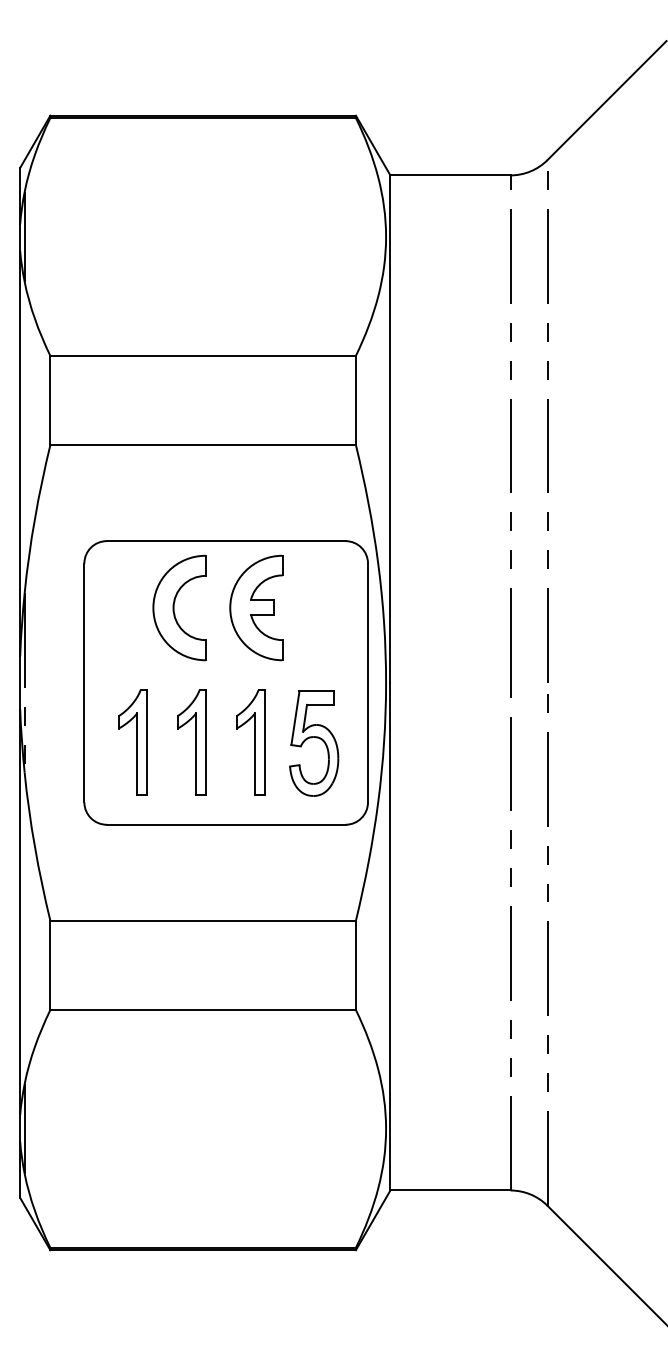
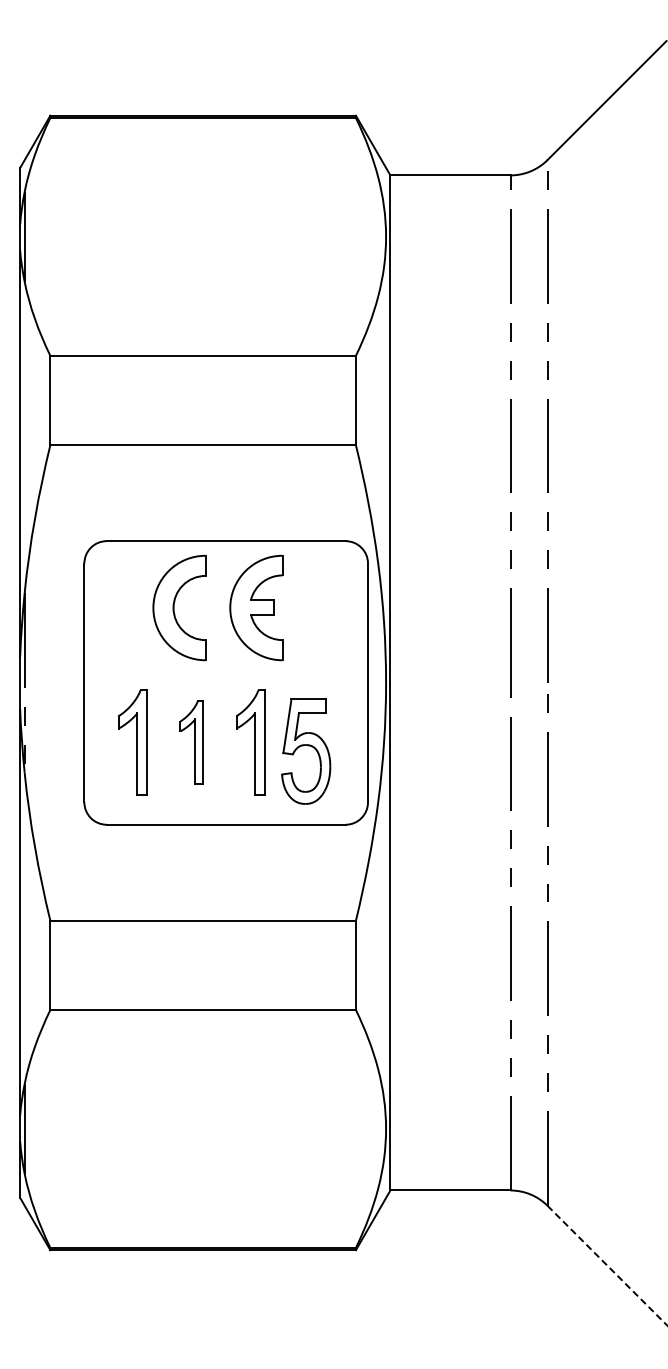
part at (191, 742) size: 30x107 px -> 25x85 px
part at (314, 743) position: (314, 743) -> (306, 751)
line at (607, 1265): solid -> dashed
